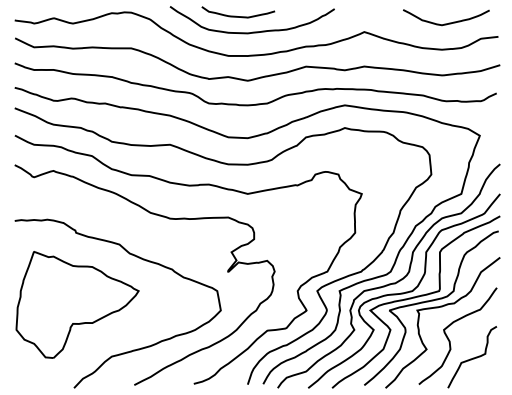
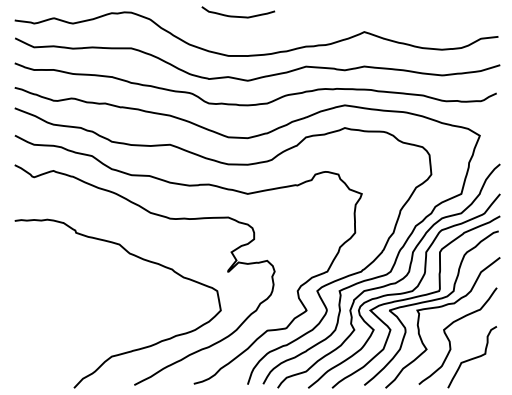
curve at (449, 22): present -> none
curve at (252, 31): present -> none
part at (77, 304): present -> none
